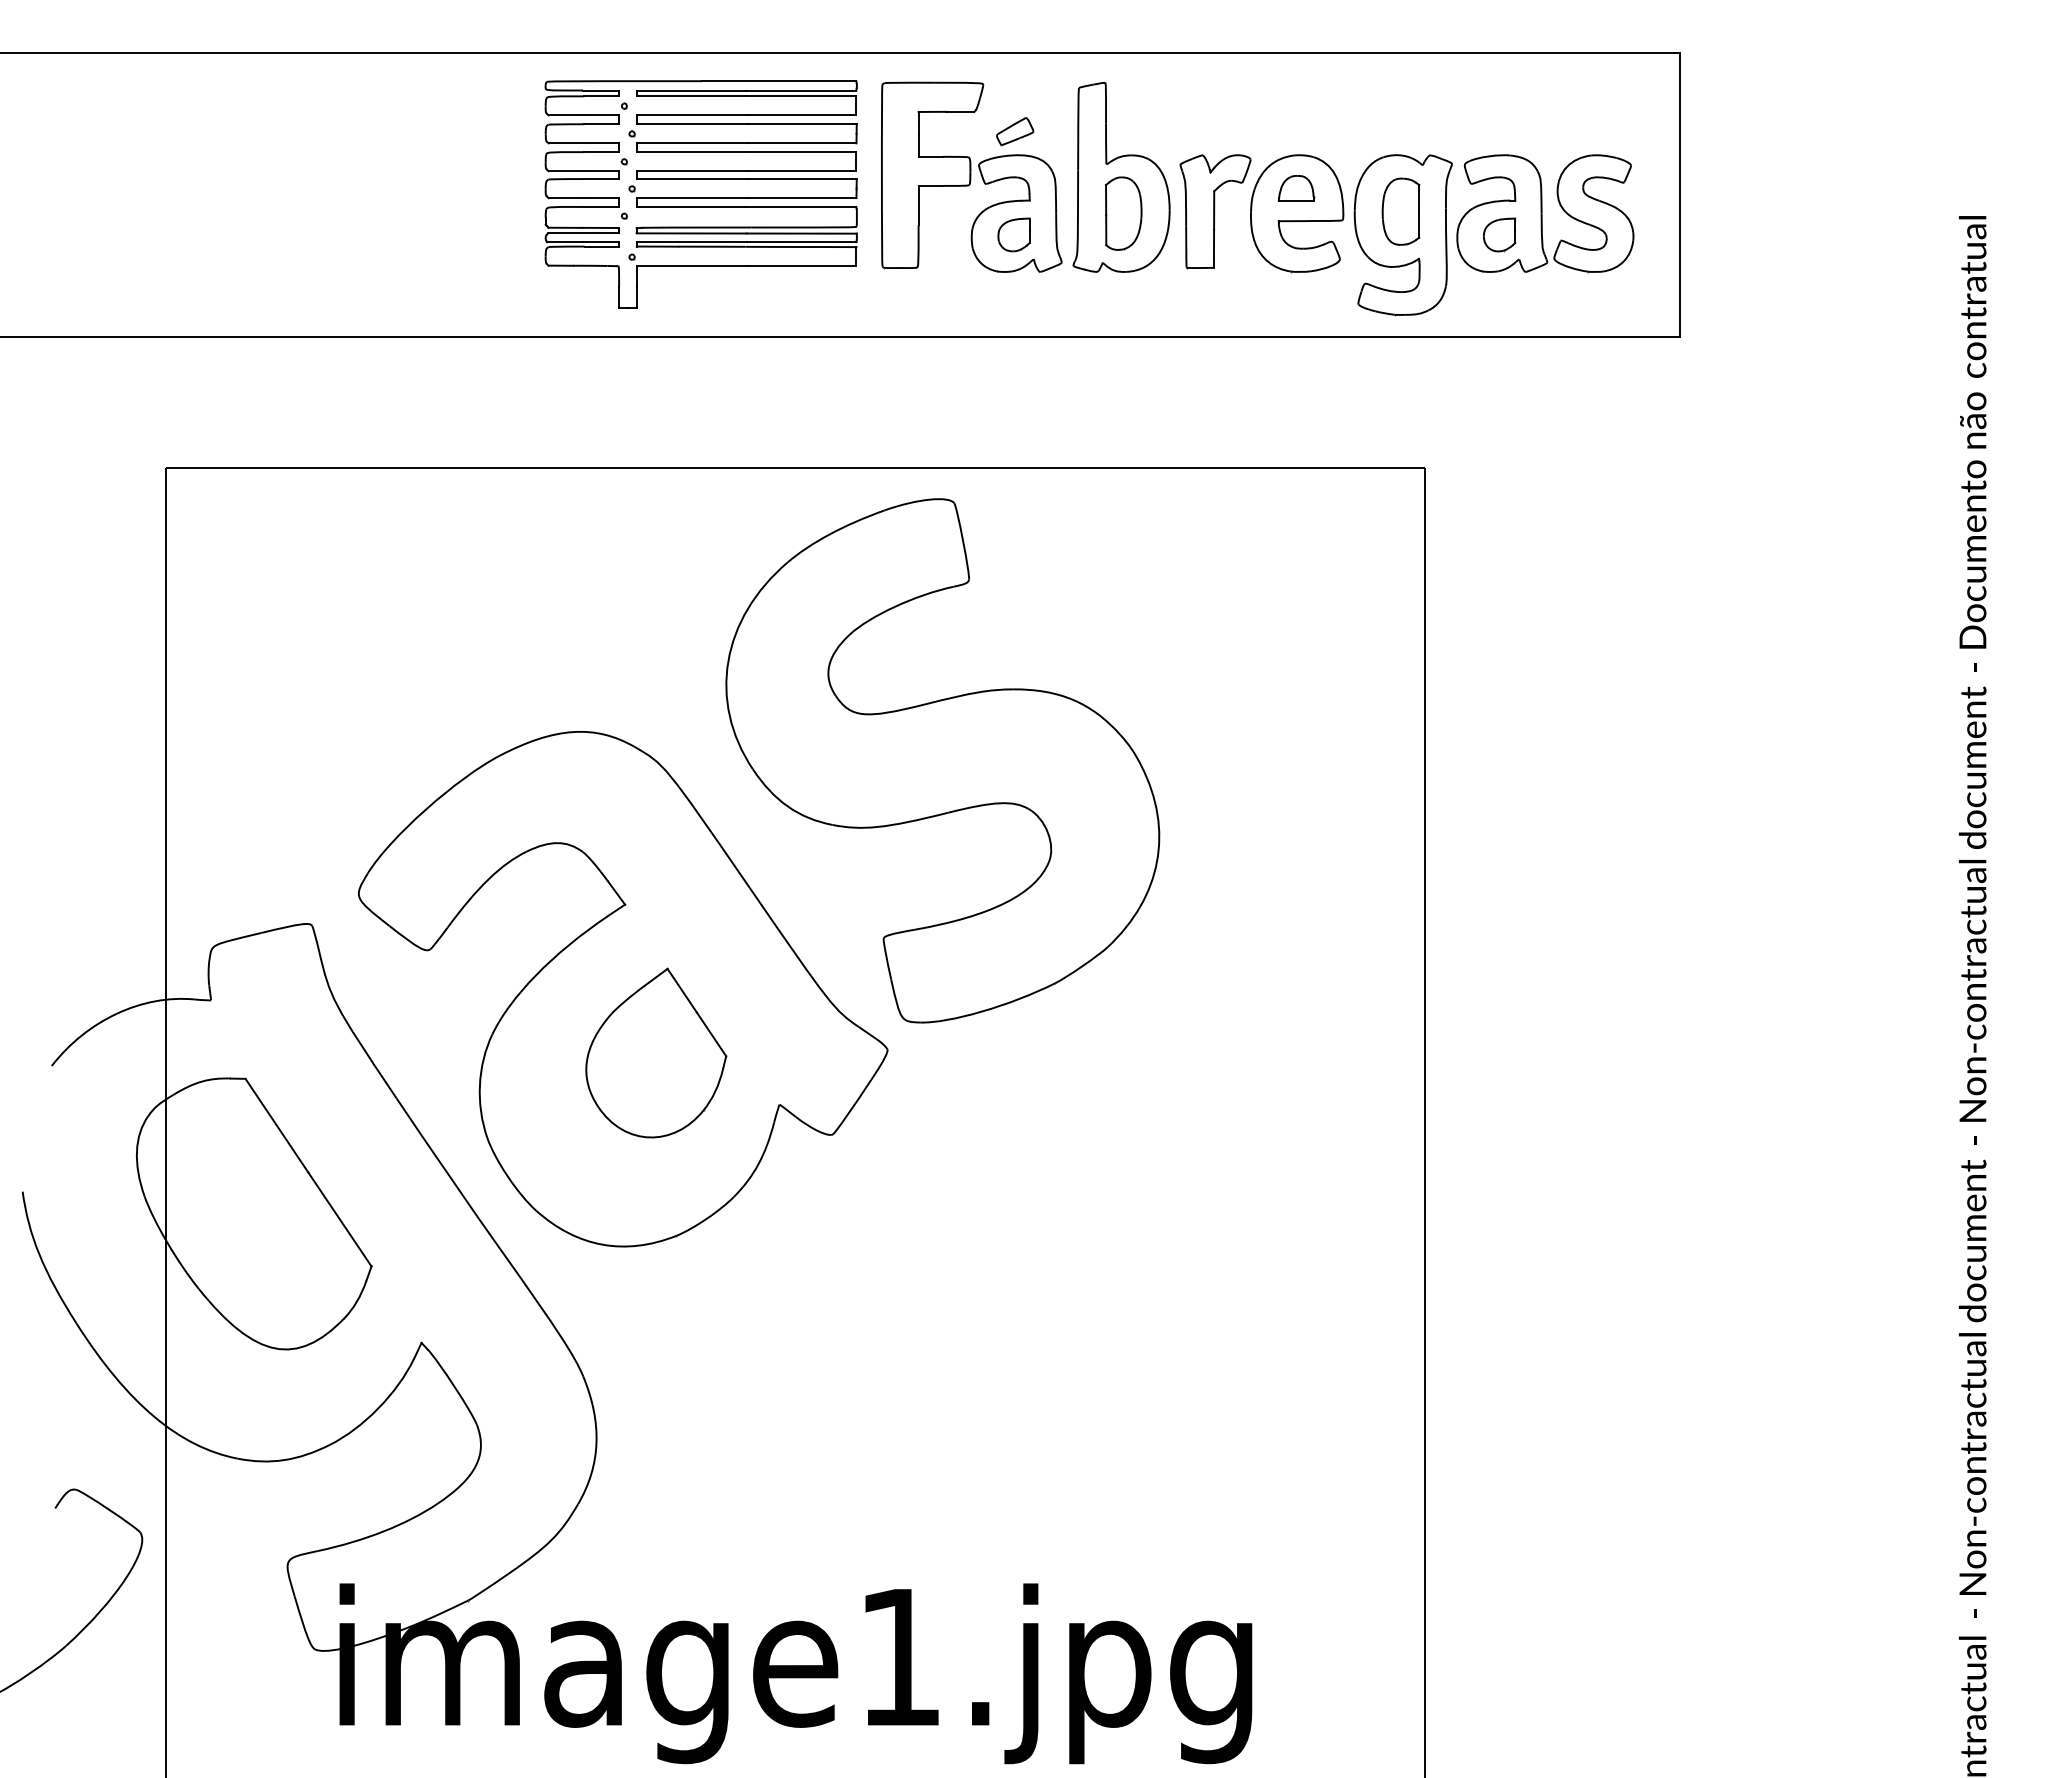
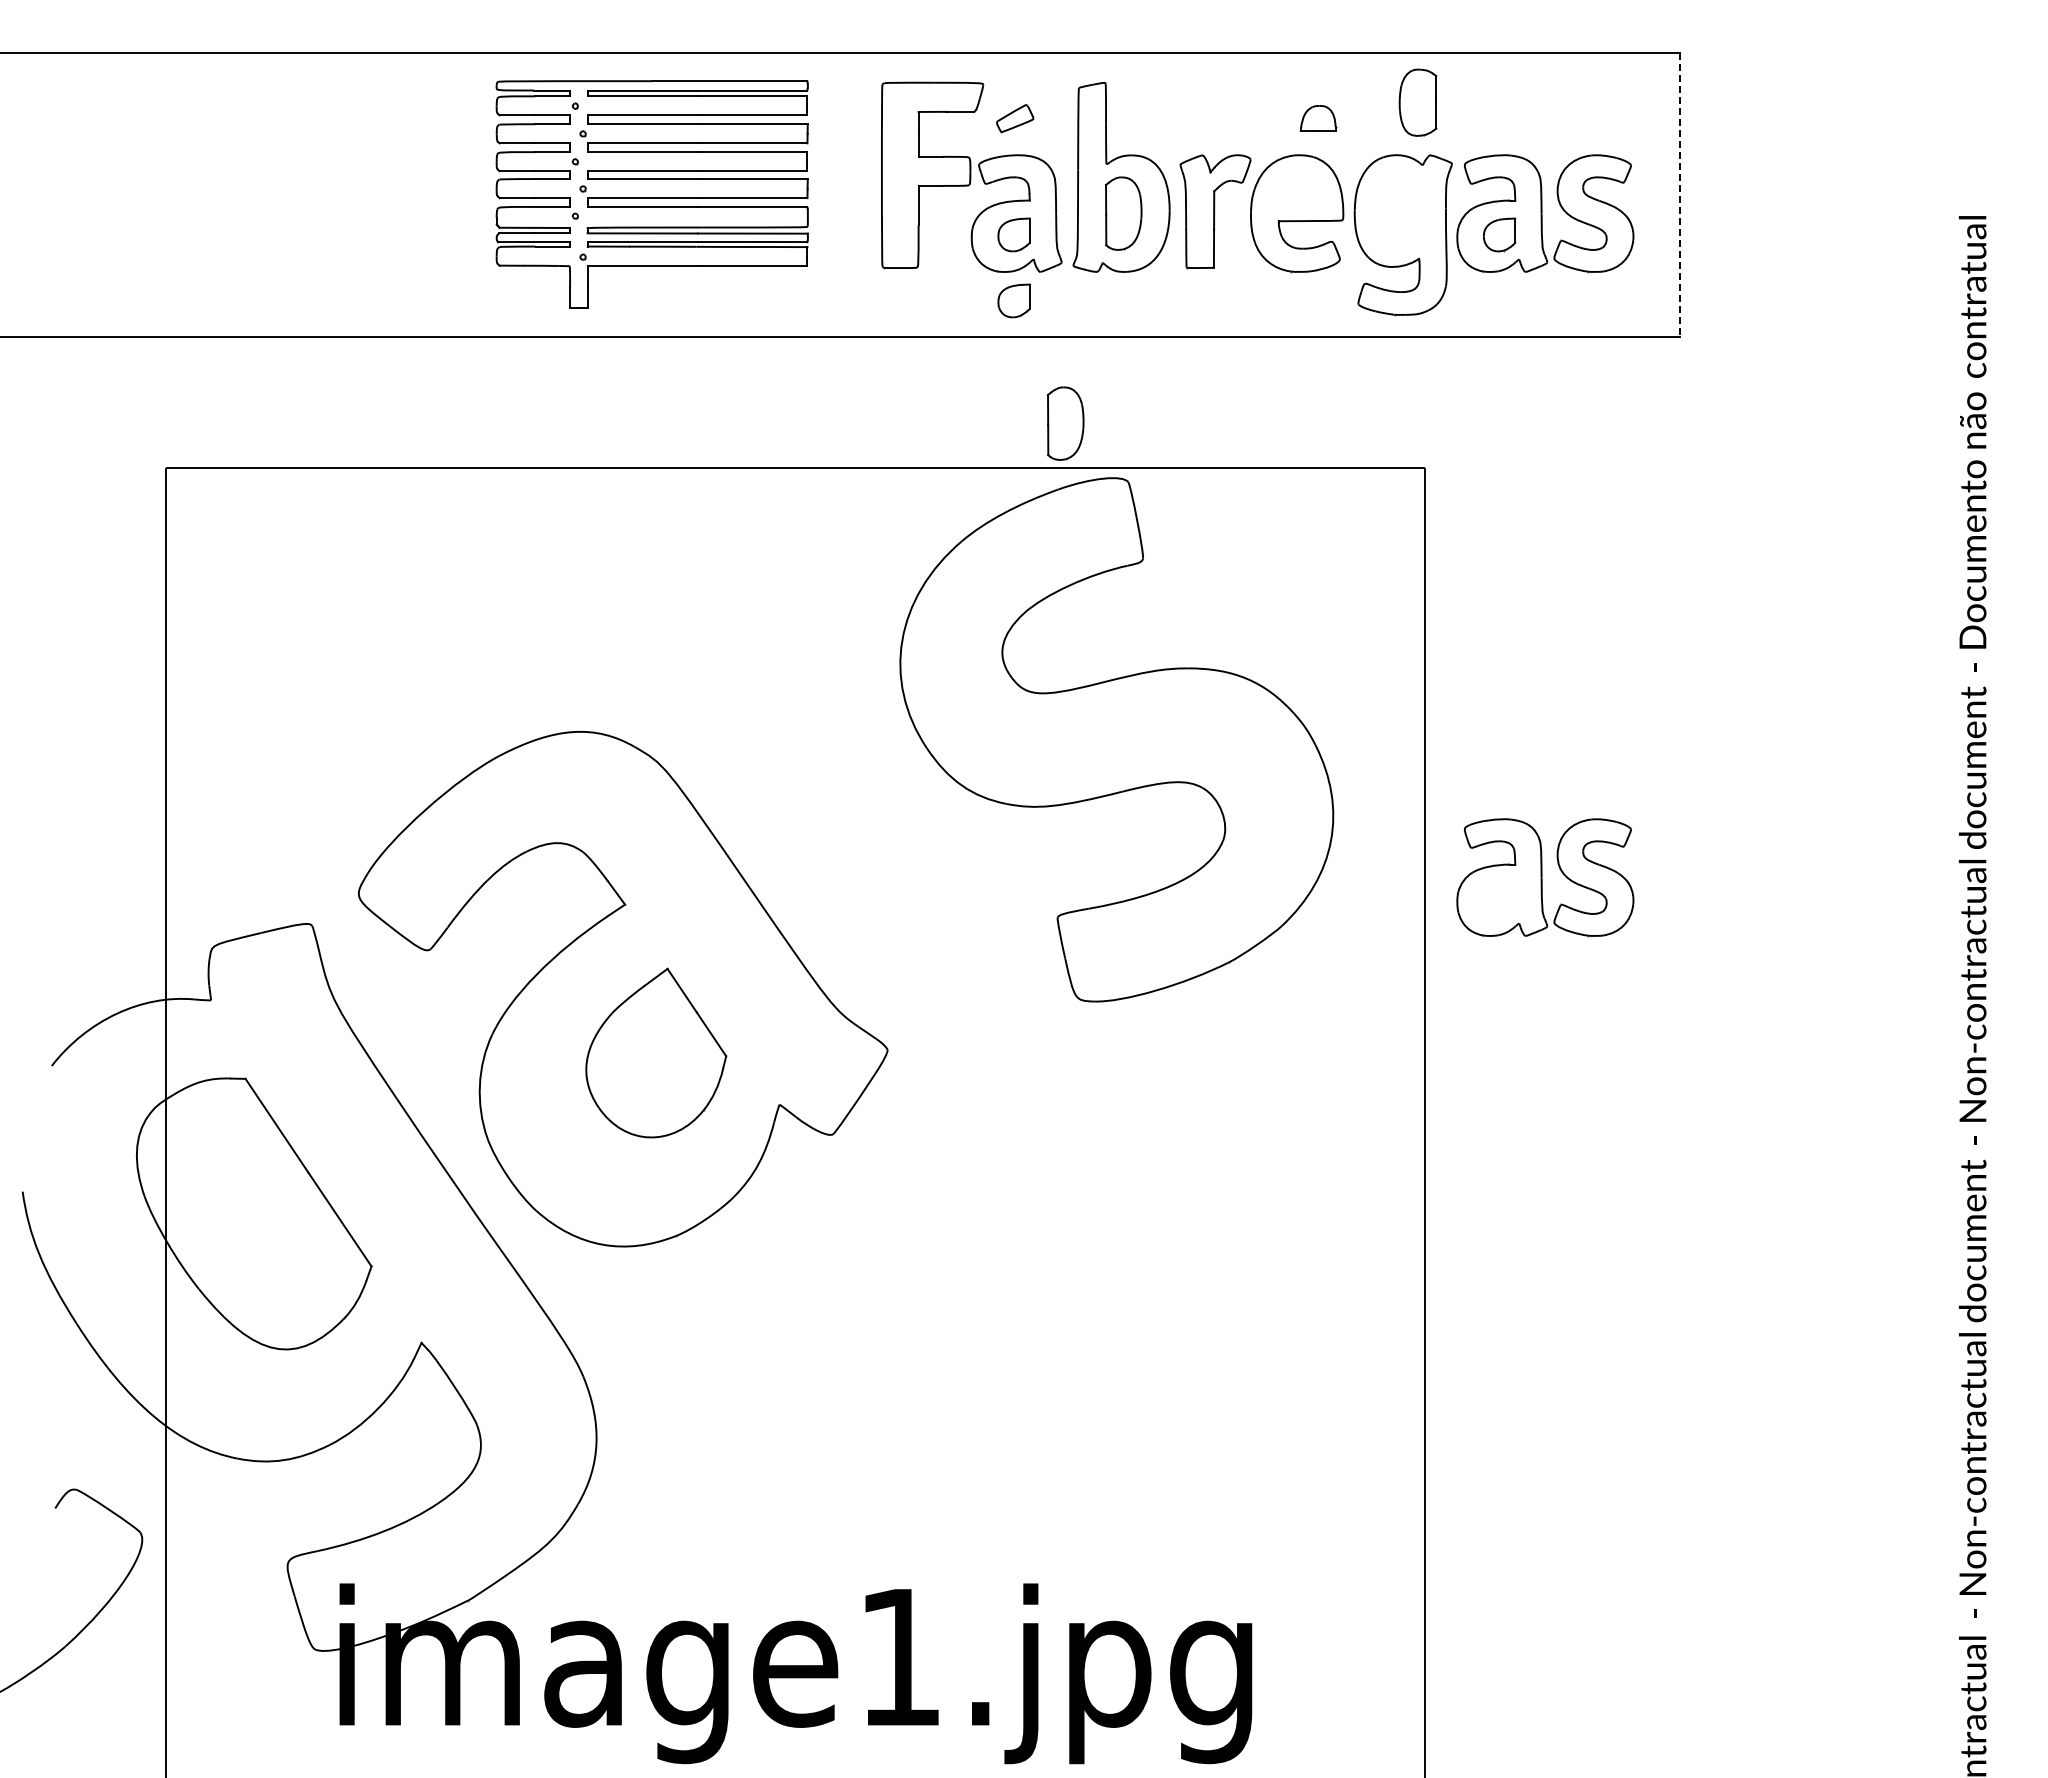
part at (1015, 131) position: (1015, 131) -> (1015, 118)
part at (1296, 188) position: (1296, 188) -> (1318, 118)
part at (700, 194) position: (700, 194) -> (651, 194)
line at (1679, 194): solid -> dashed
part at (1400, 211) position: (1400, 211) -> (1417, 102)
part at (1013, 300): none -> present
part at (1065, 423): none -> present
part at (942, 760) position: (942, 760) -> (1116, 739)
part at (1545, 877): none -> present
